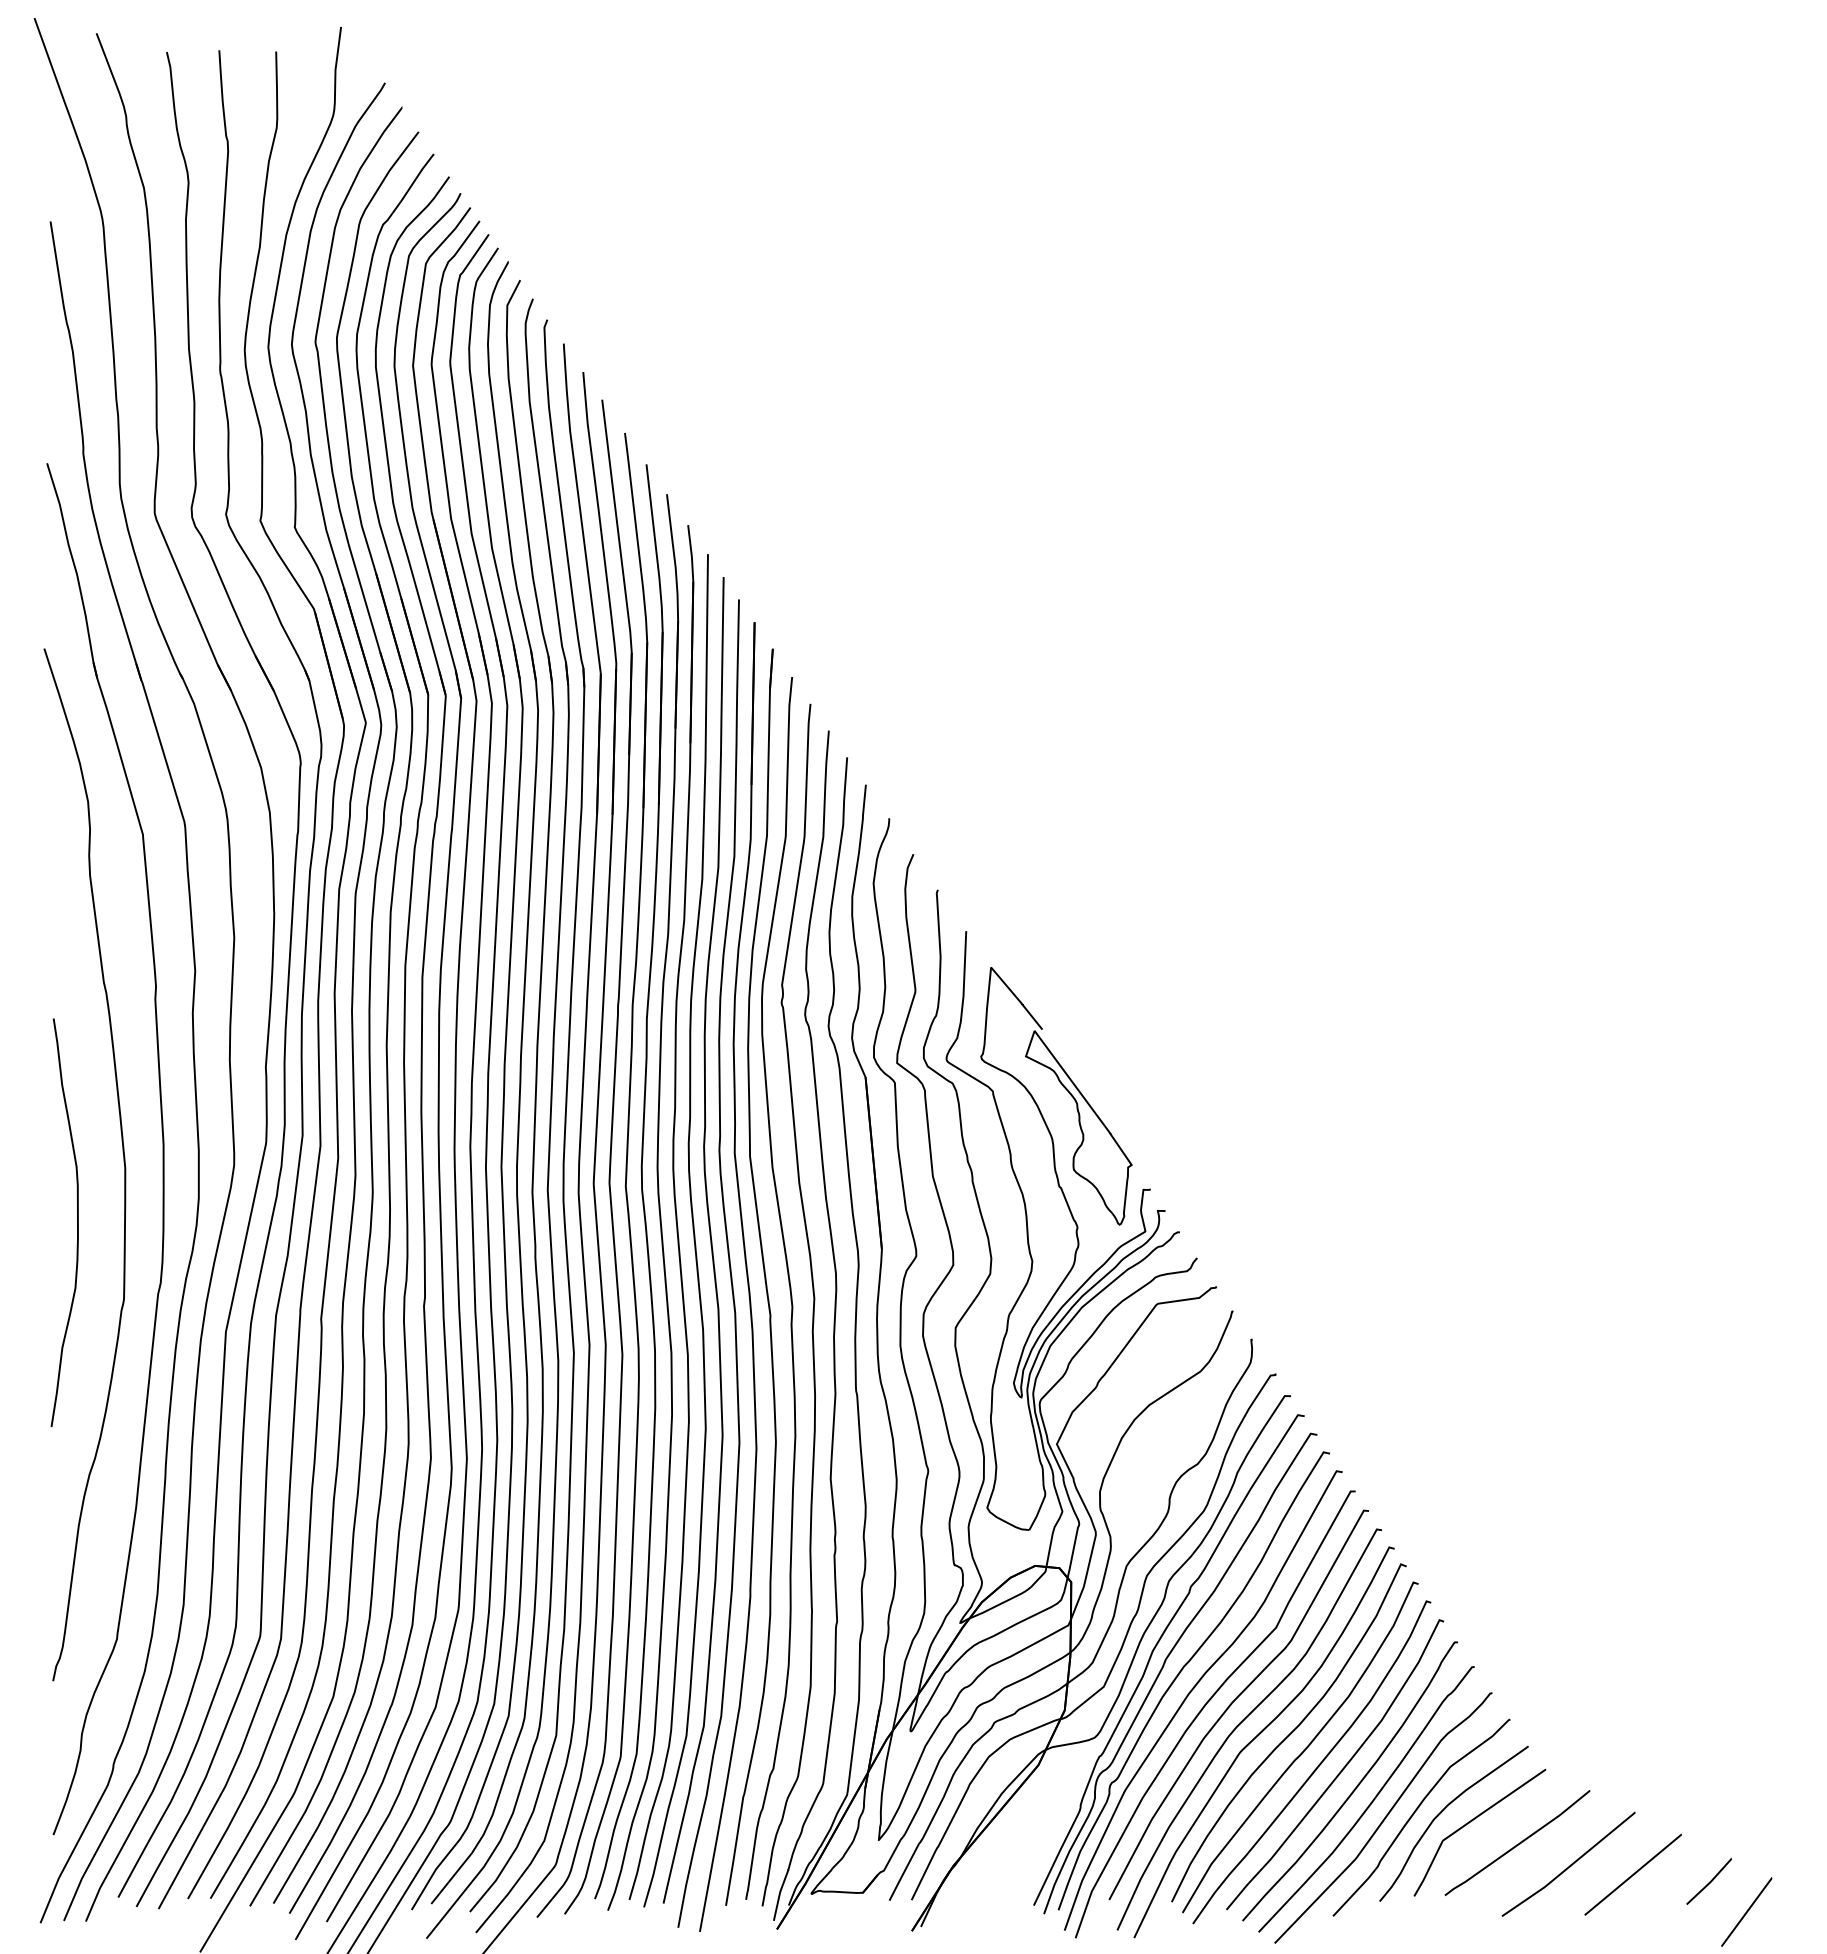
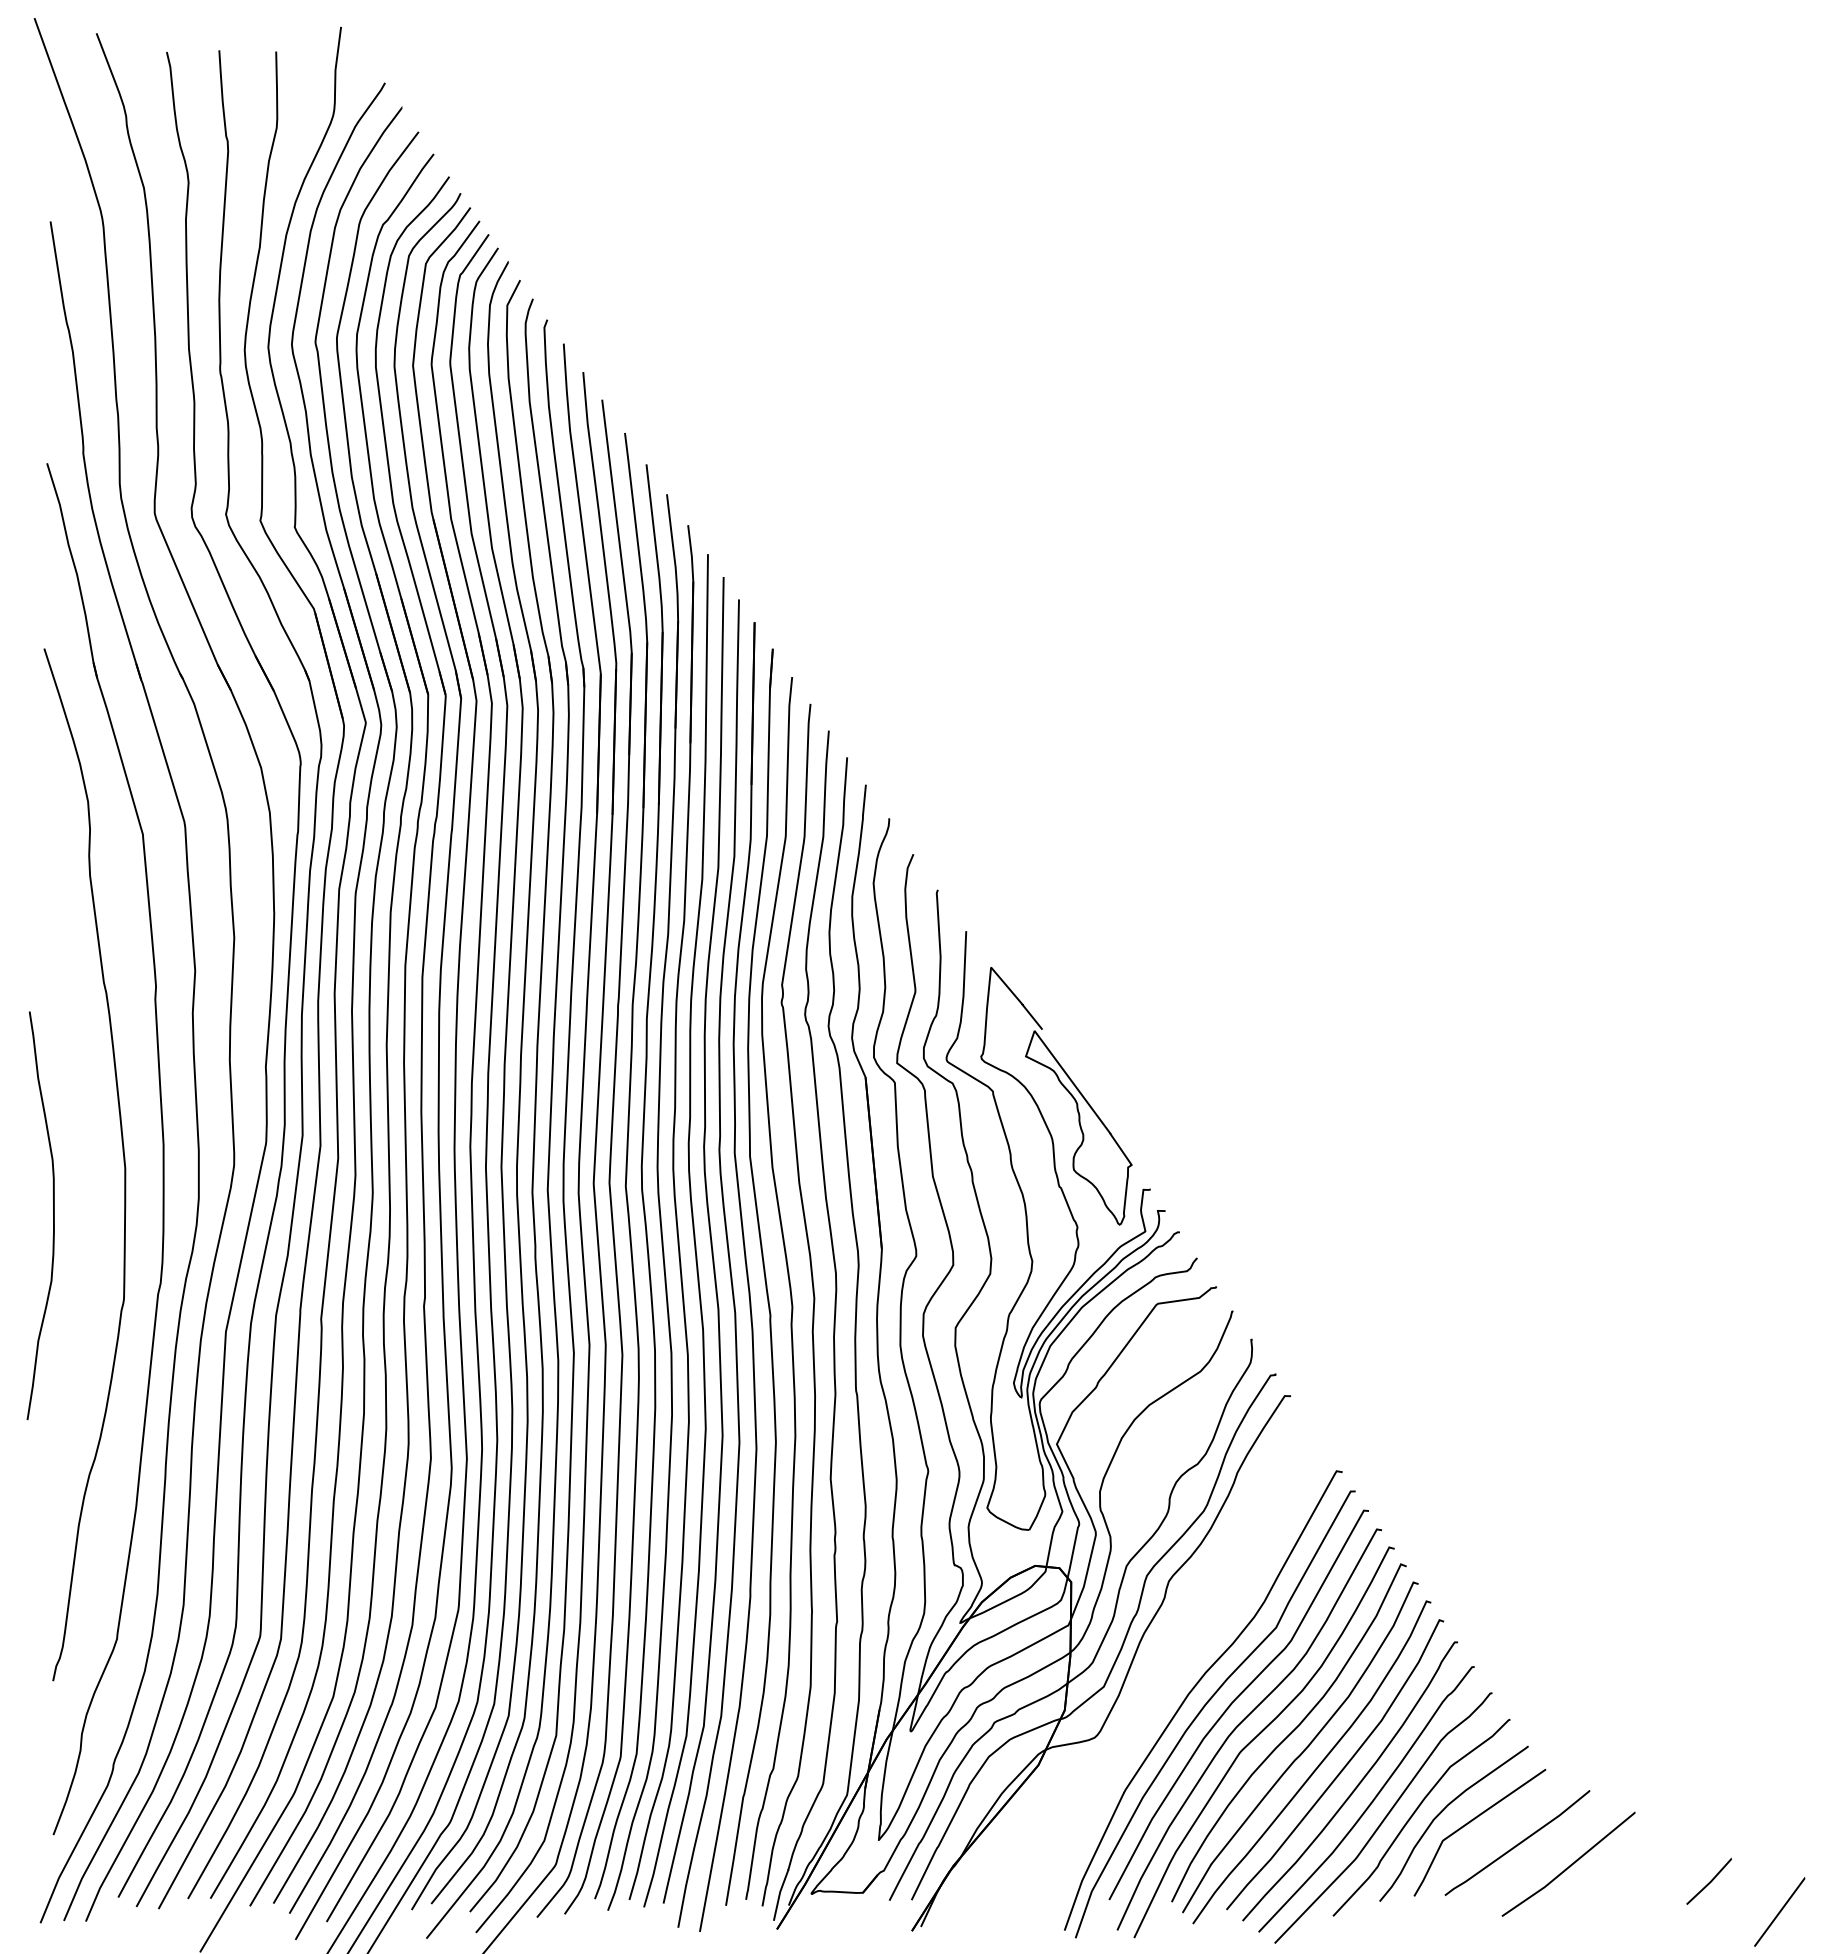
curve at (77, 1222) position: (77, 1222) -> (53, 1215)
part at (1181, 1664): present -> none
line at (1632, 1874): present -> none
line at (1746, 1911) position: (1746, 1911) -> (1779, 1911)
